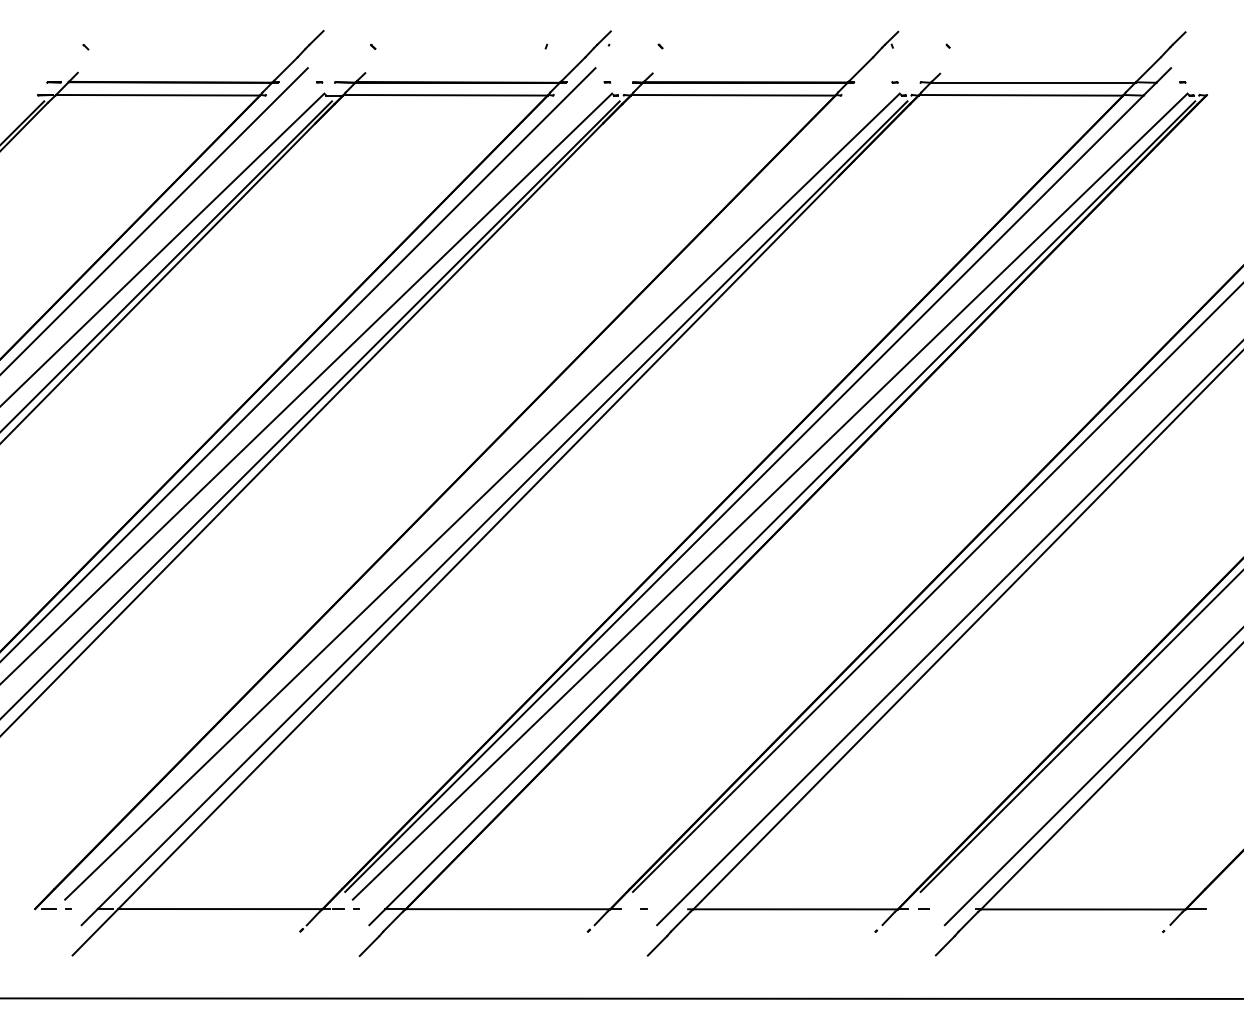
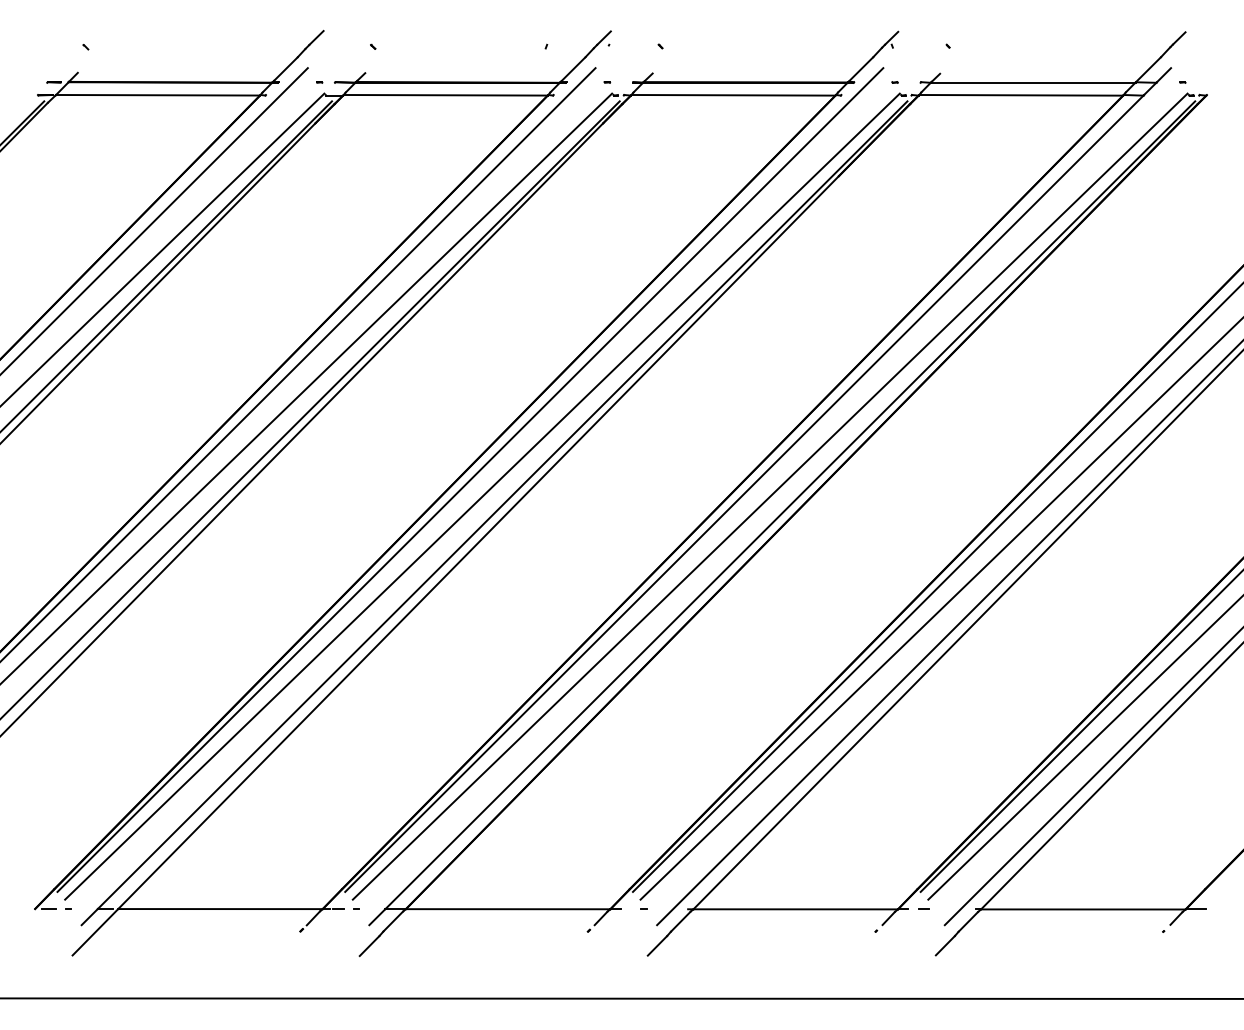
line at (470, 479): none -> present
line at (940, 609): none -> present
line at (1084, 748): none -> present
